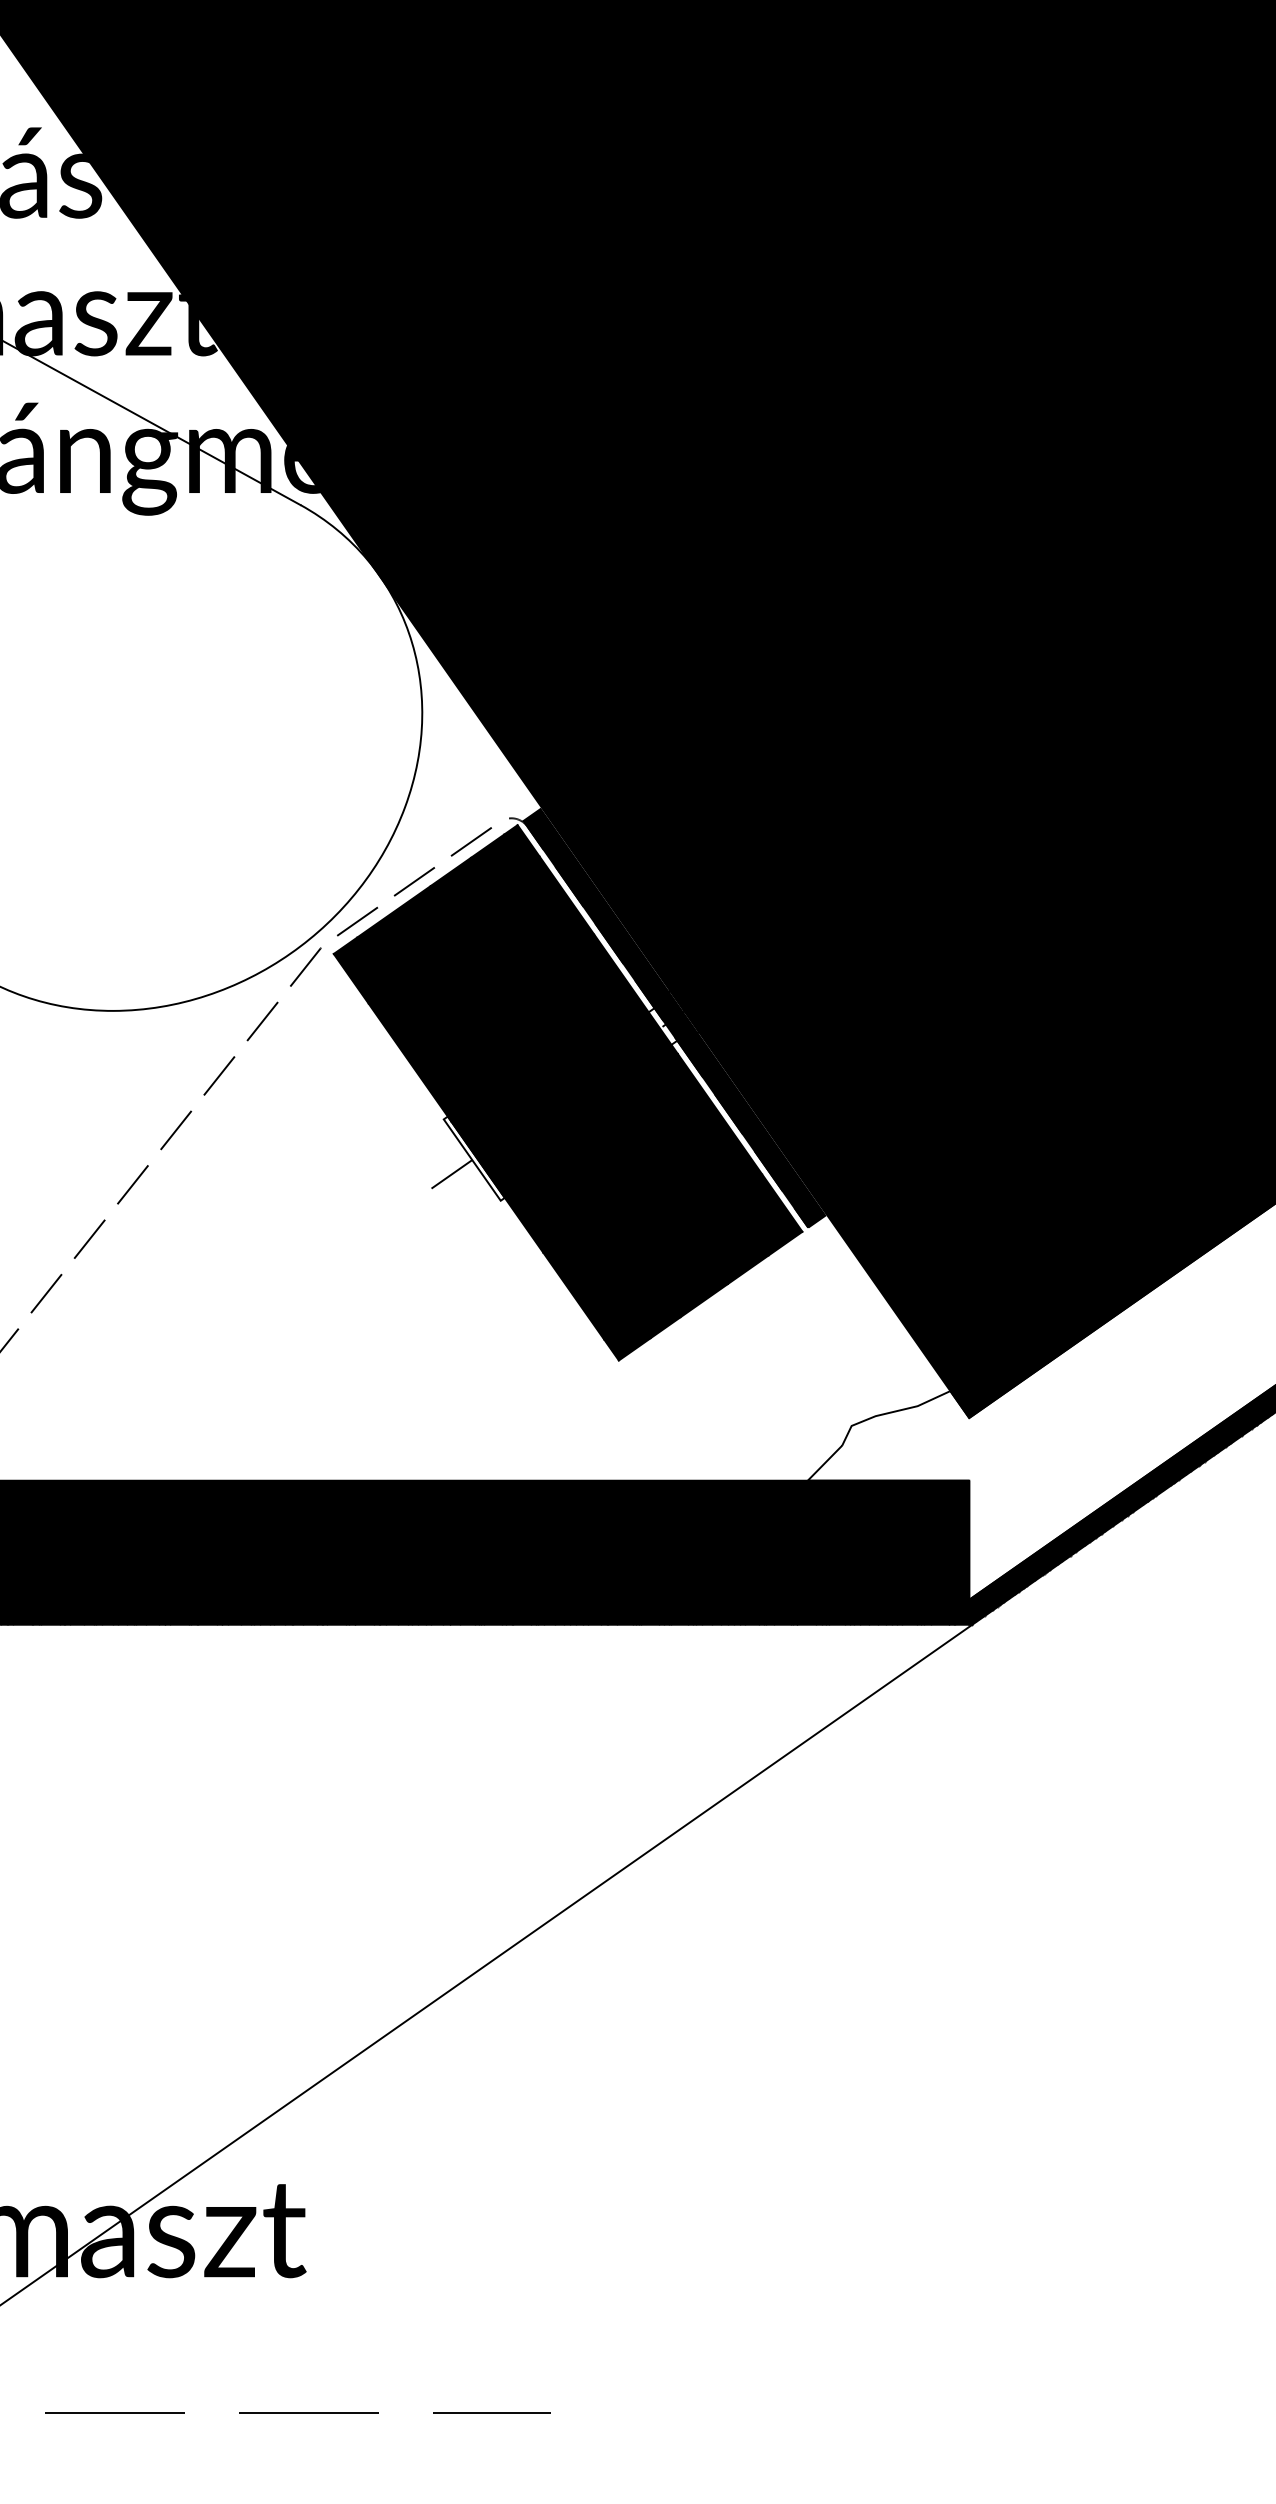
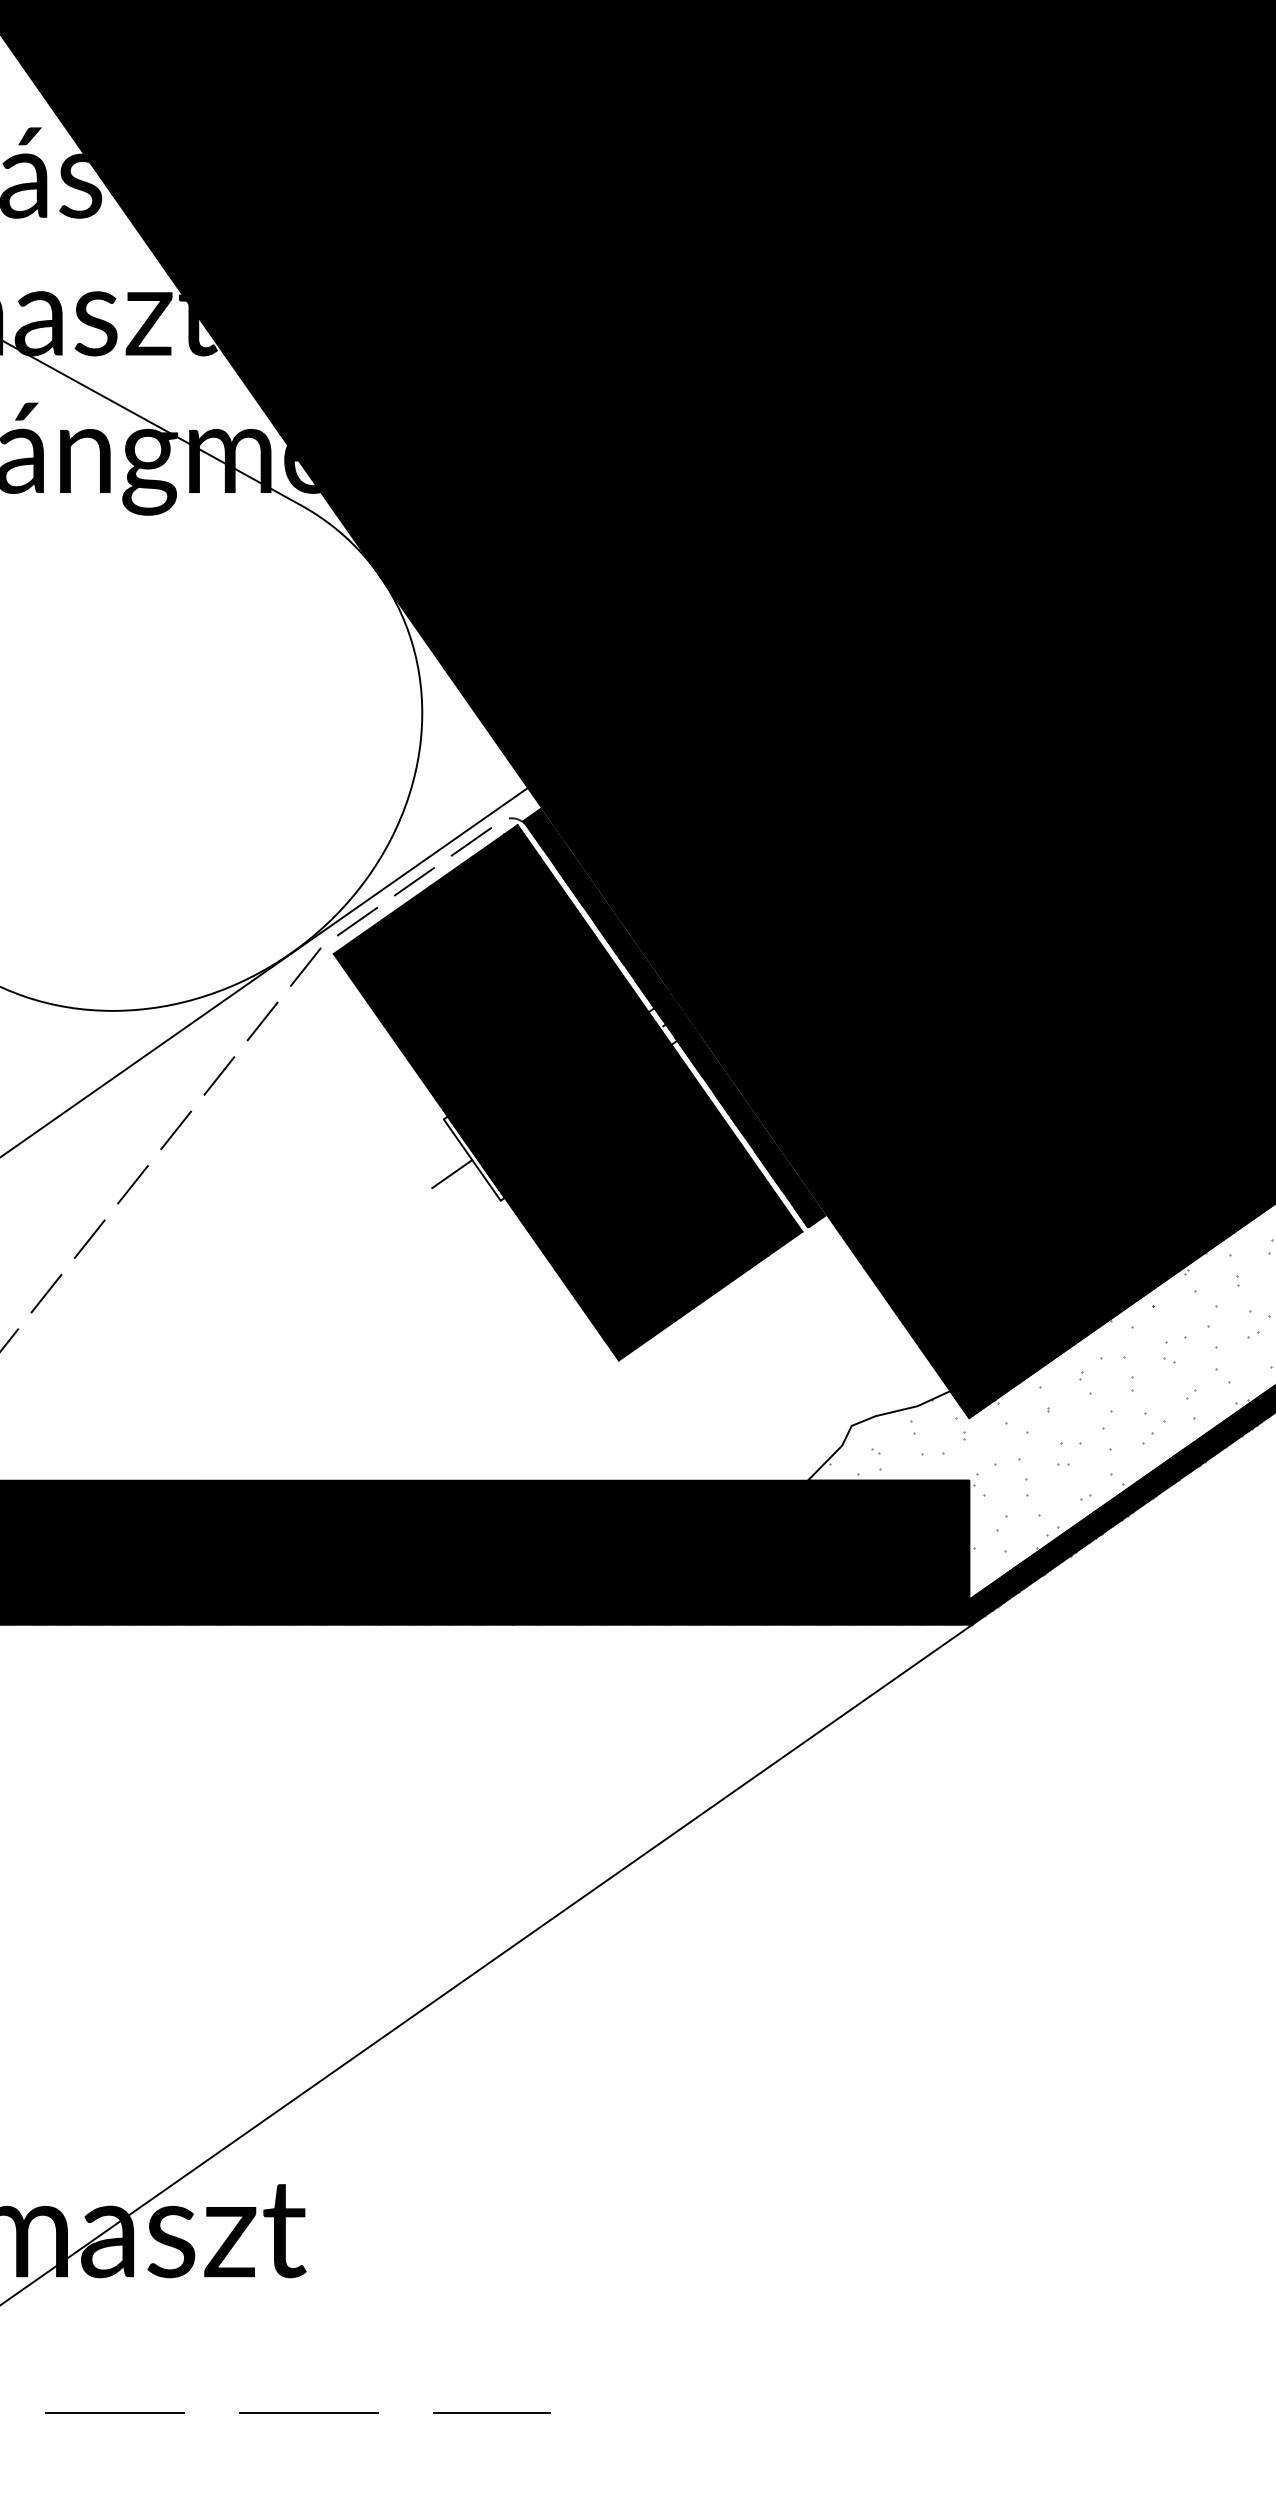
line at (265, 971): none -> present
hatch at (1050, 1394): none -> present
